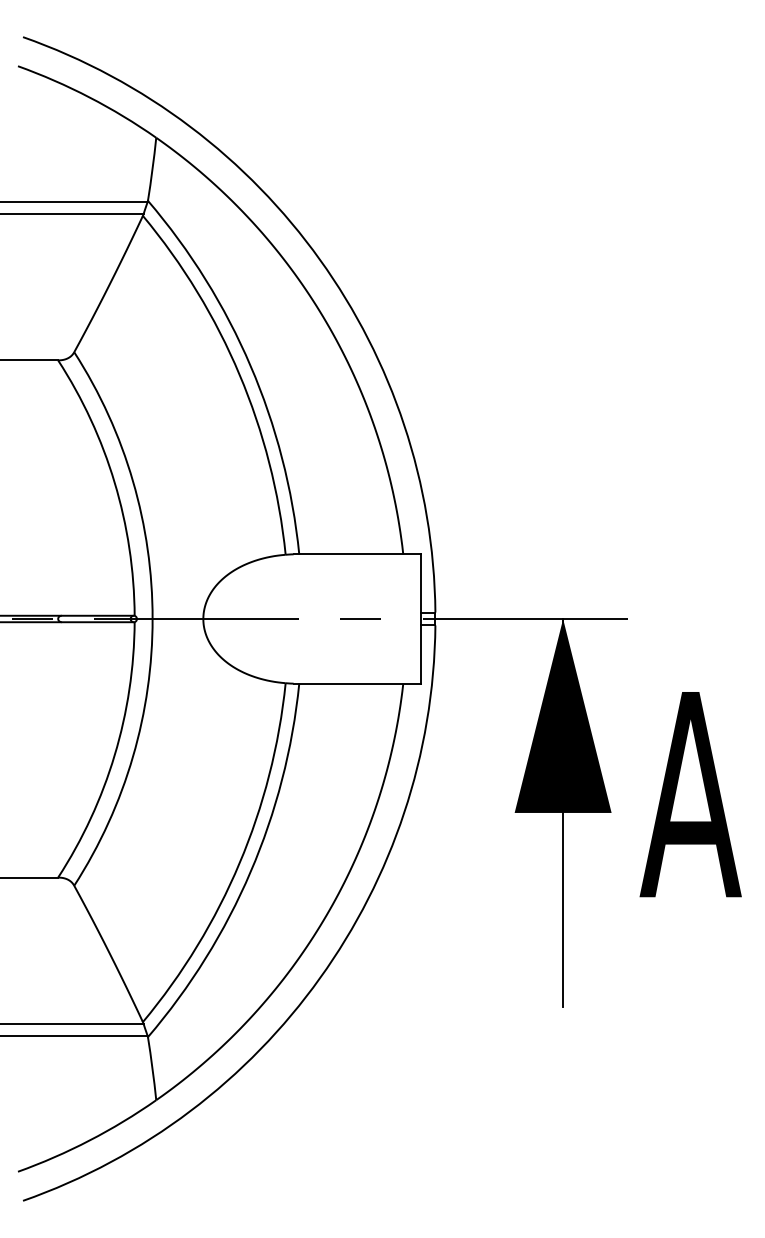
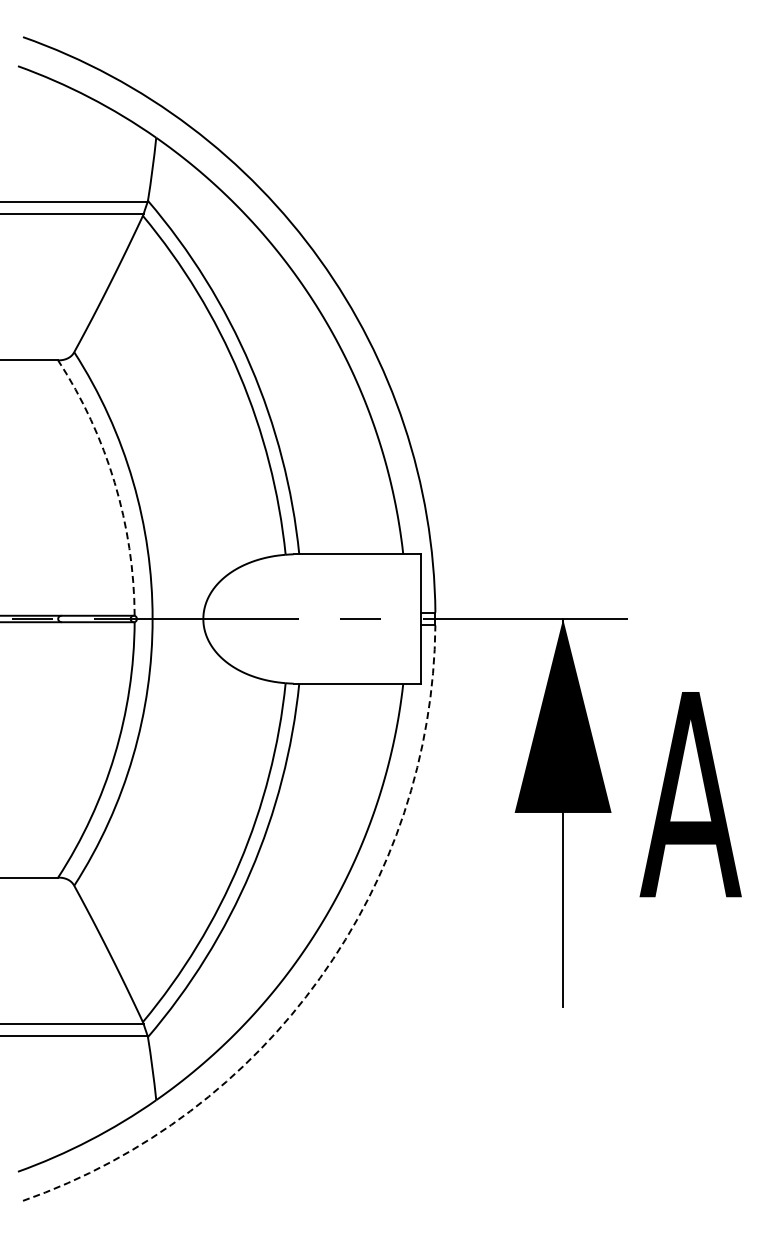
arc at (114, 482): solid -> dashed
arc at (320, 978): solid -> dashed
